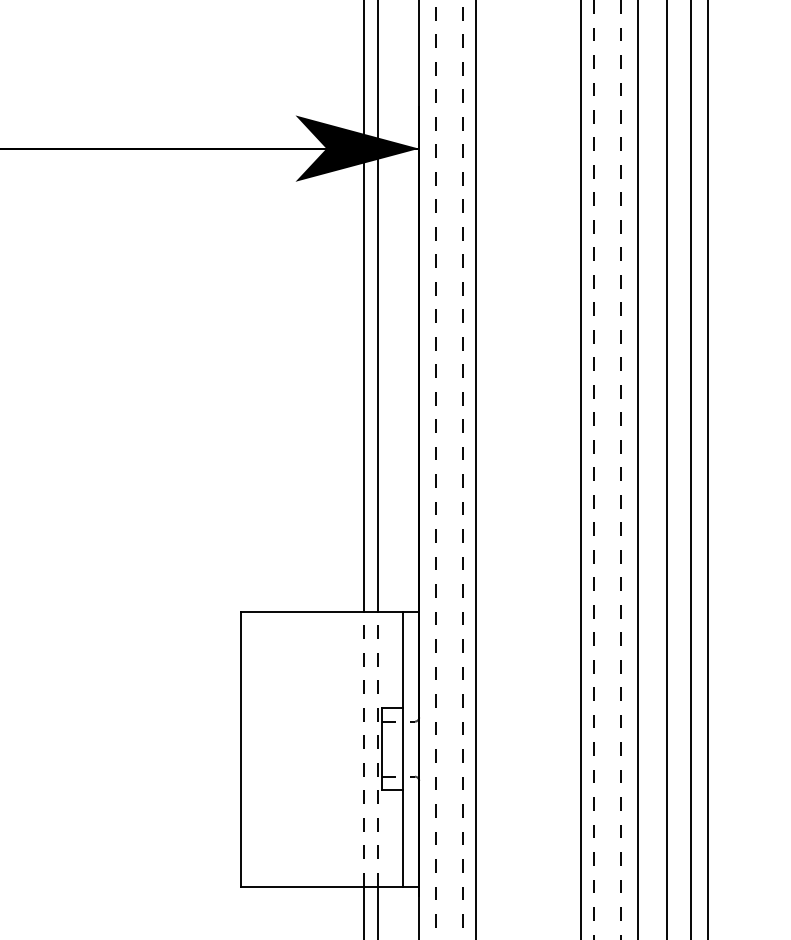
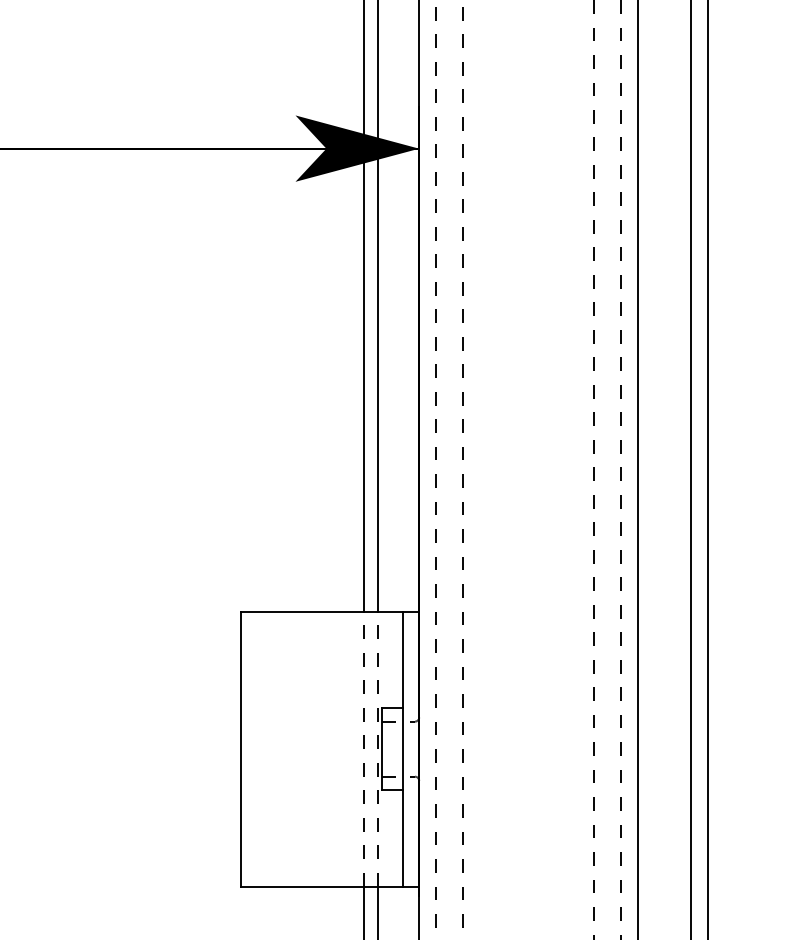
line at (475, 469): present -> none
line at (581, 469): present -> none
line at (666, 469): present -> none
